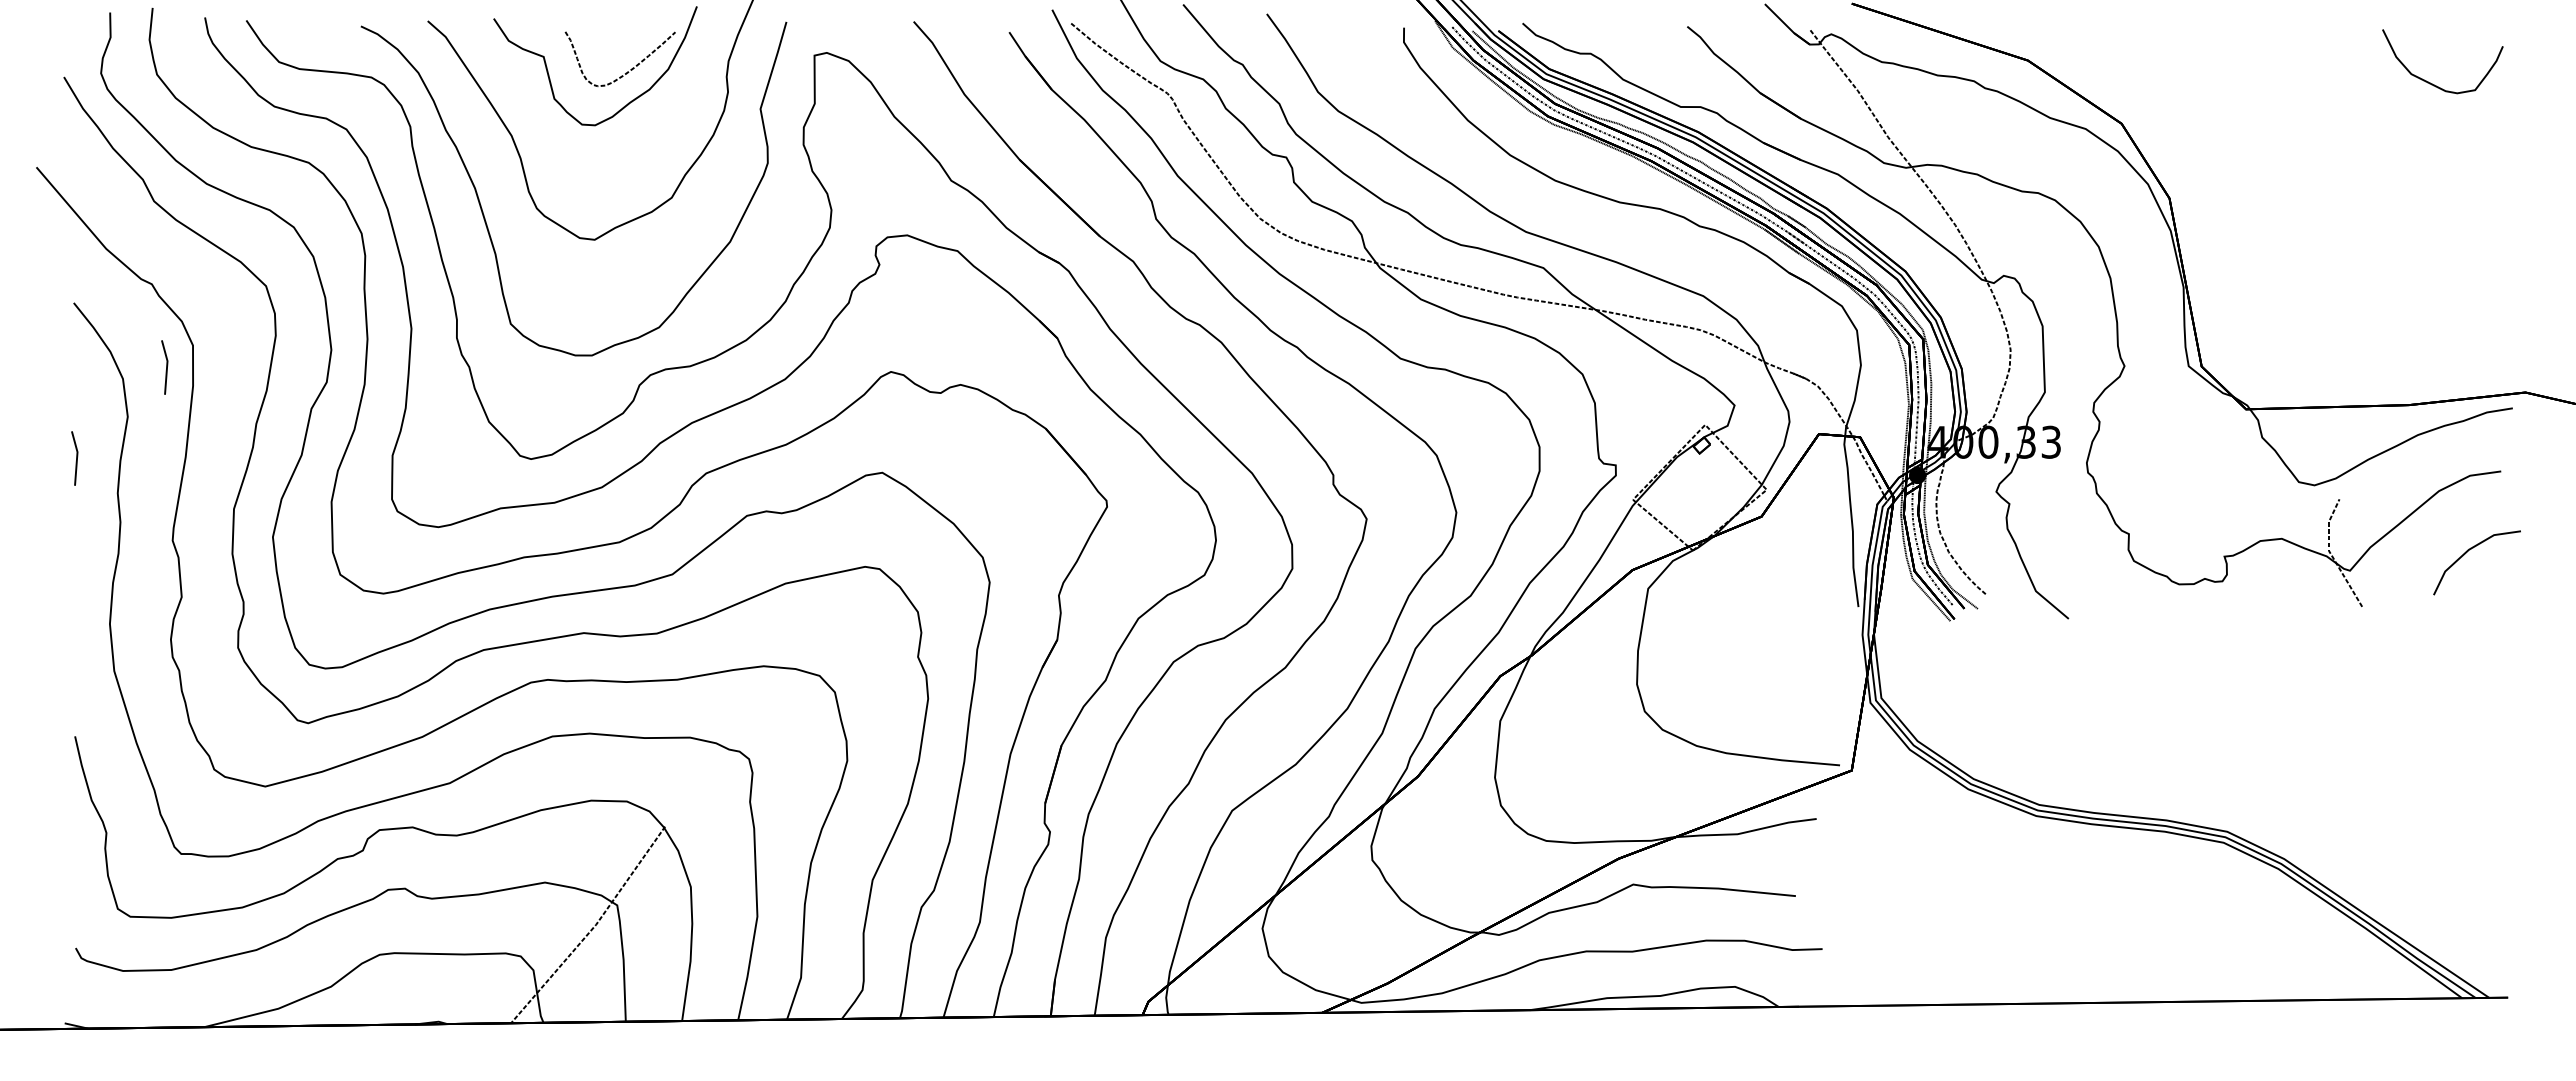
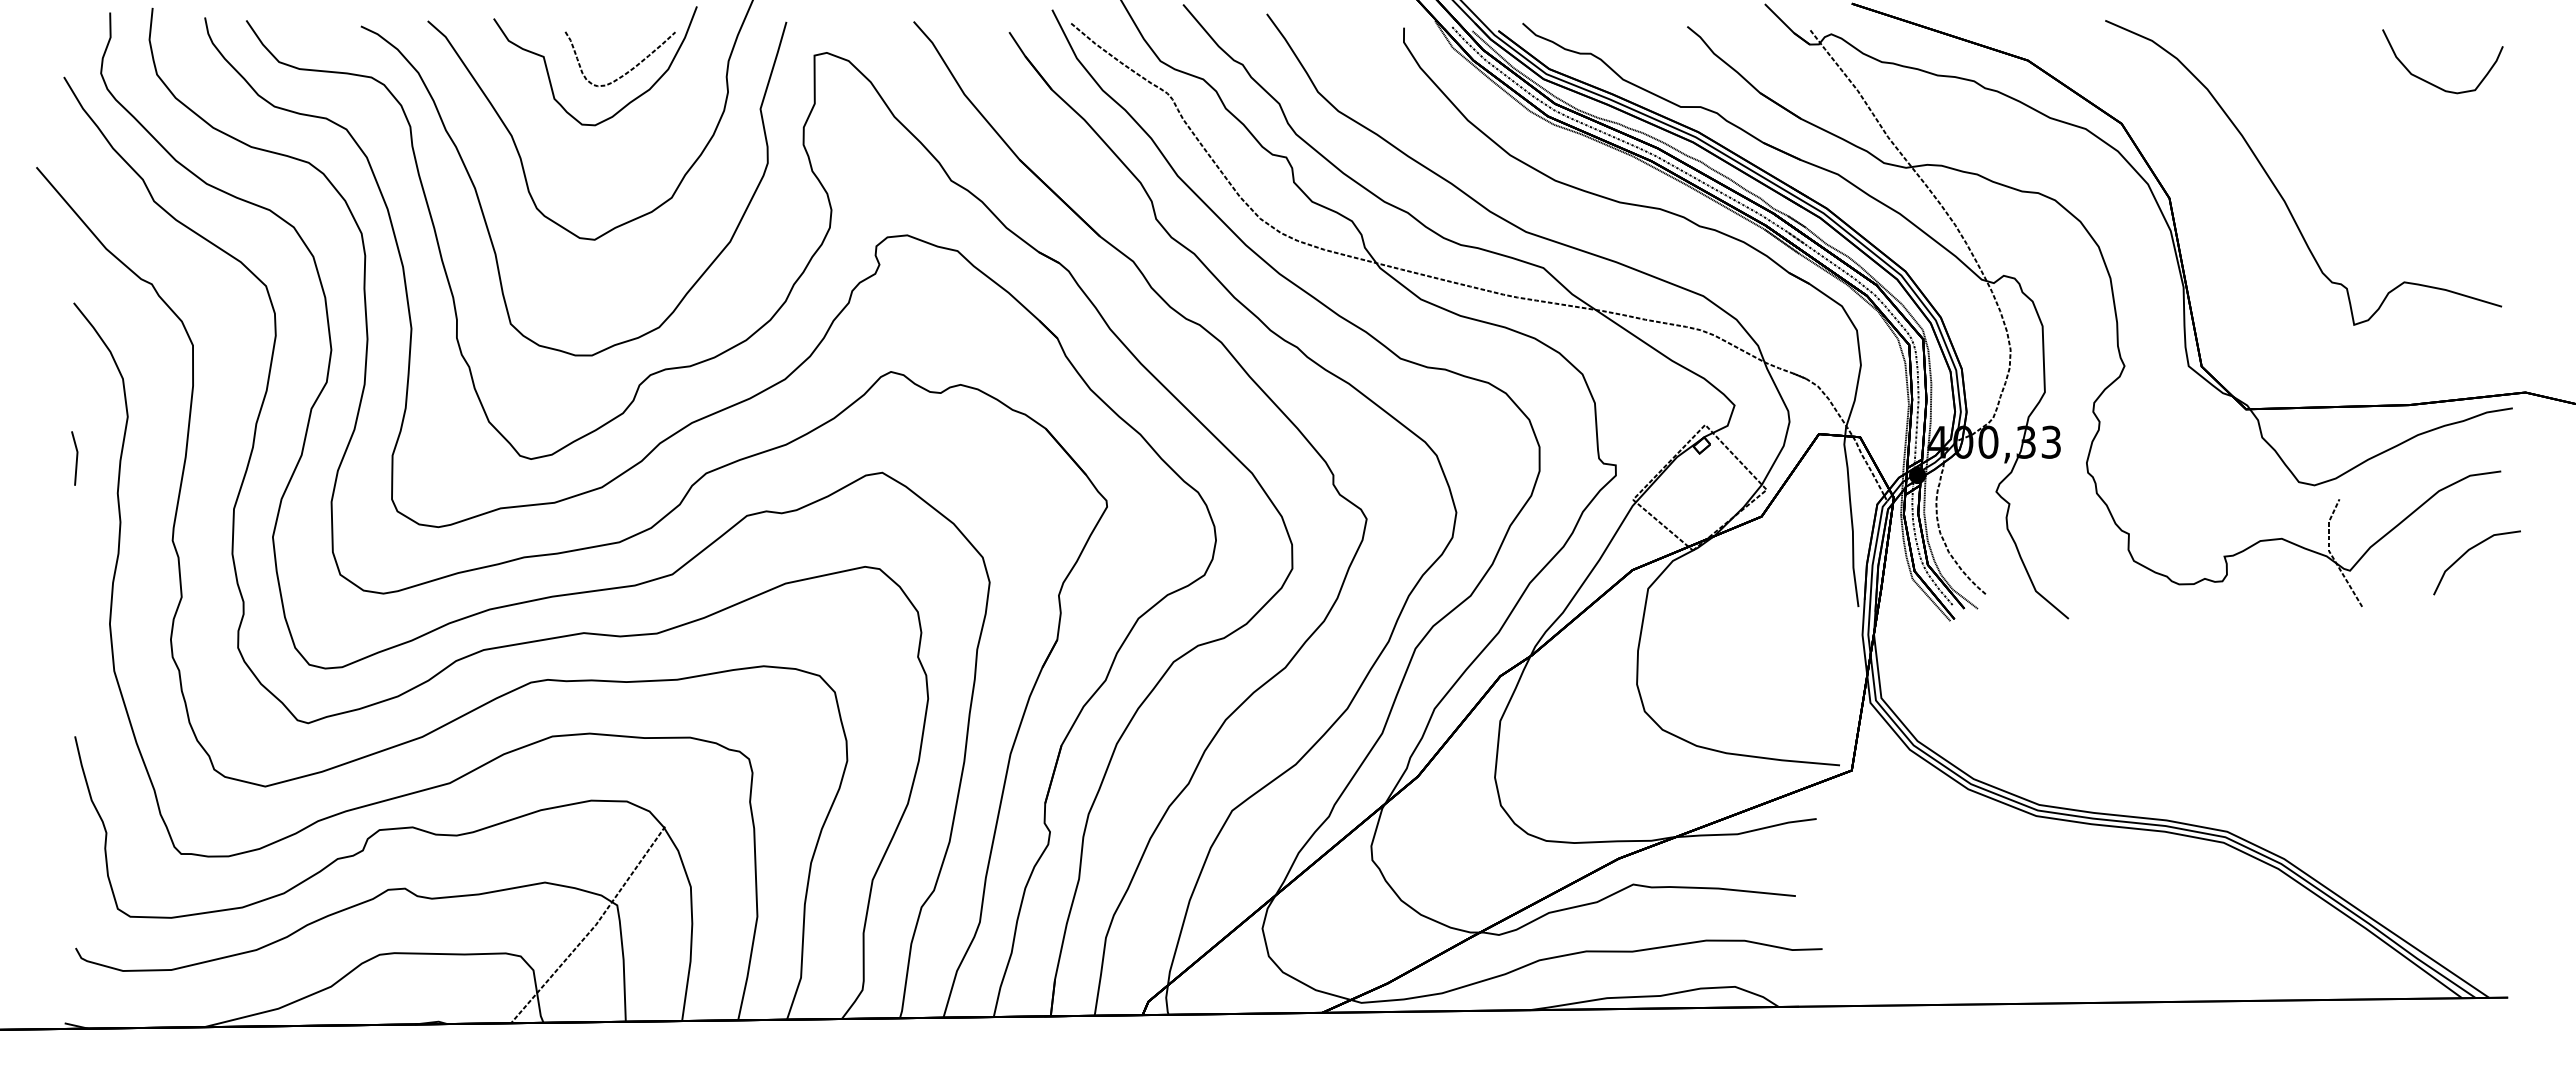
curve at (2276, 186): none -> present
line at (166, 367): present -> none
